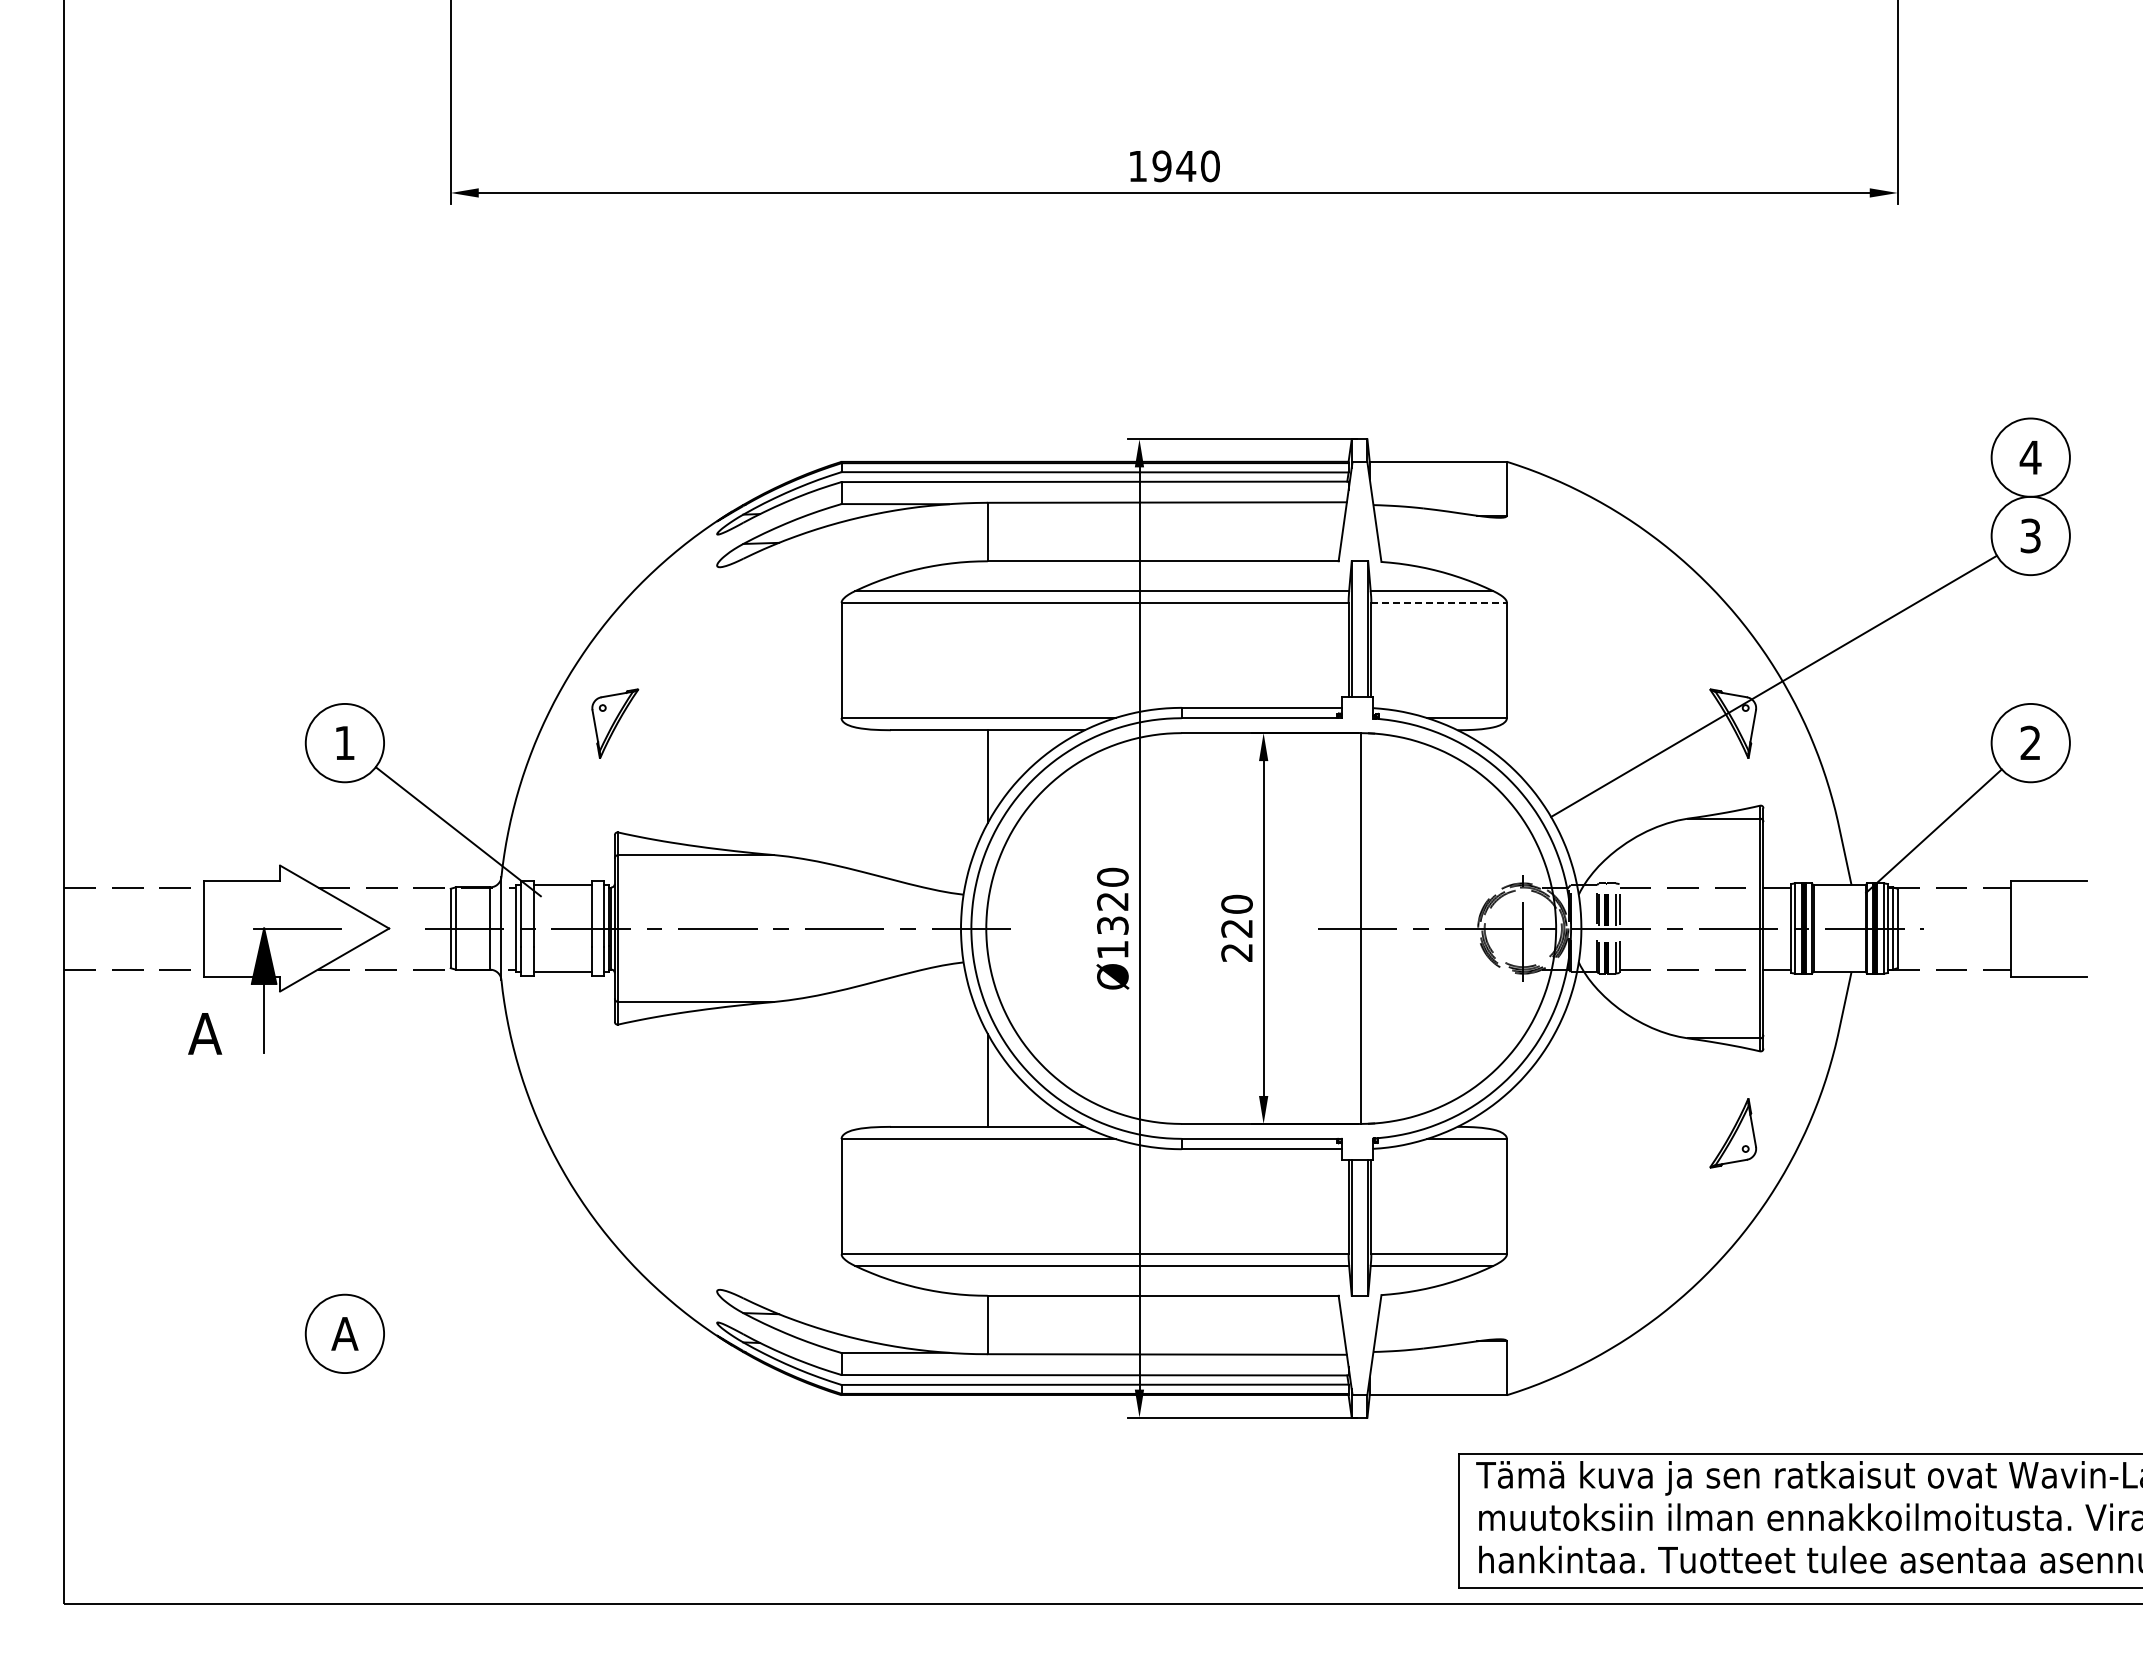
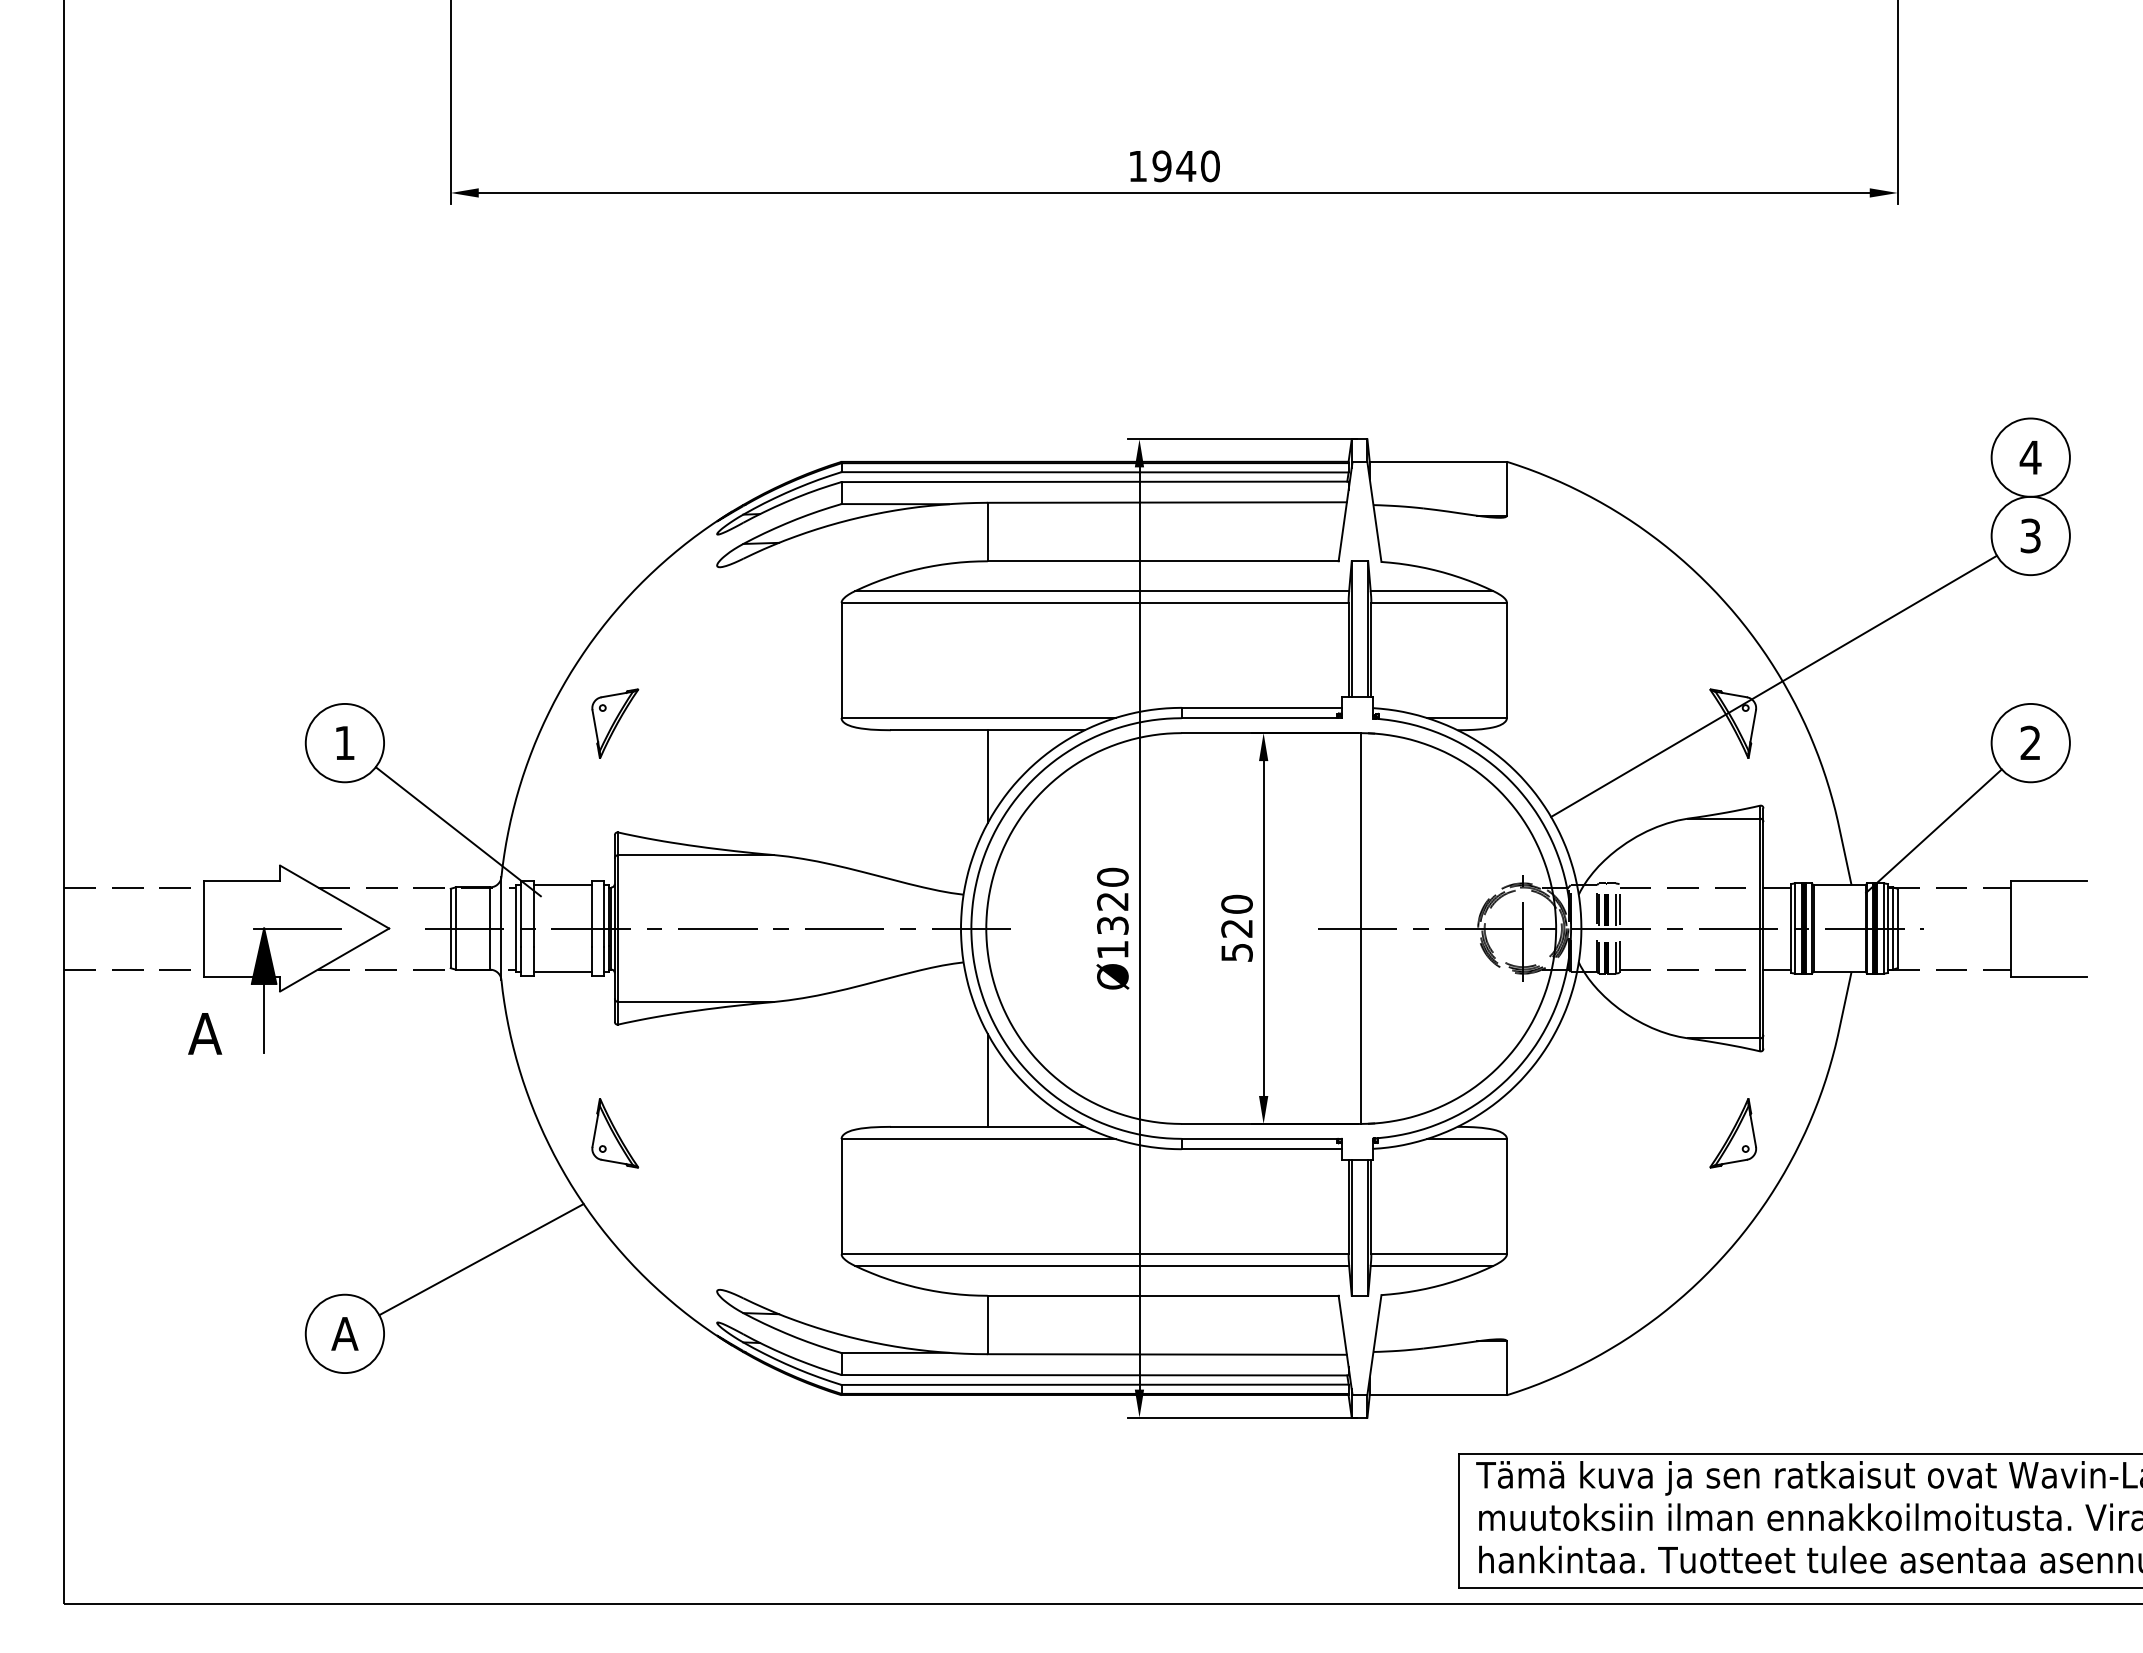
line at (1439, 602): dashed -> solid
text at (1236, 952): 220 -> 520
part at (615, 1133): none -> present
line at (481, 1259): none -> present
